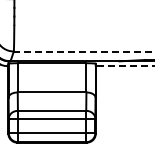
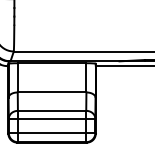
line at (83, 51): dashed -> solid
line at (124, 66): dashed -> solid
